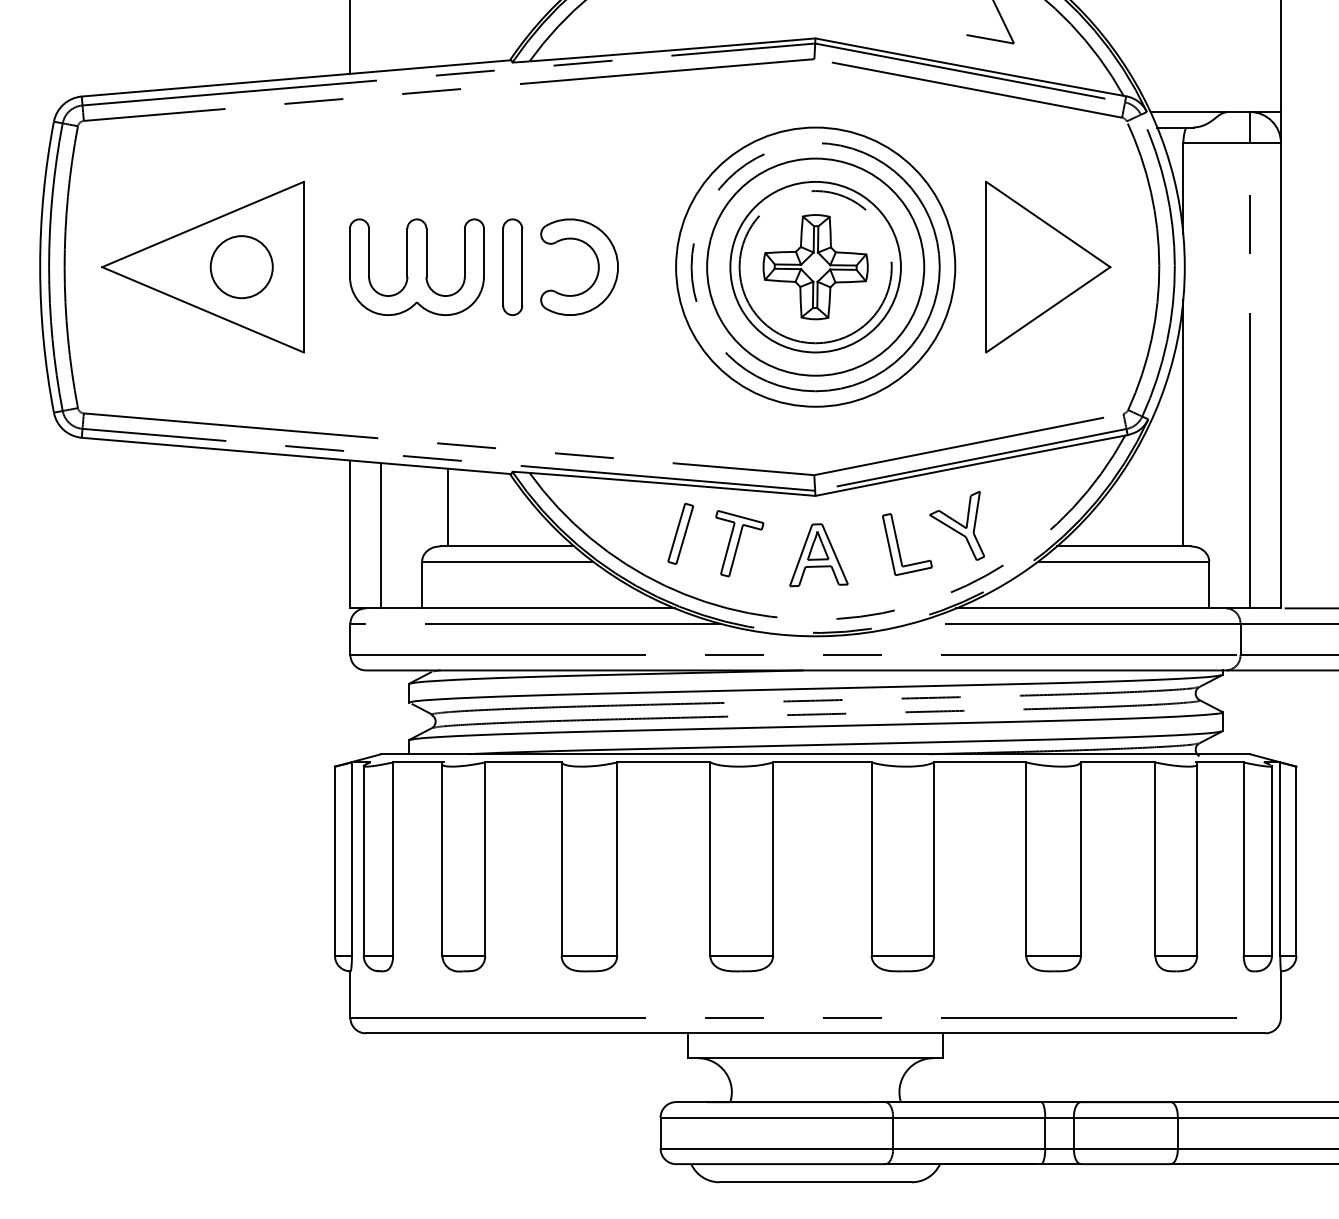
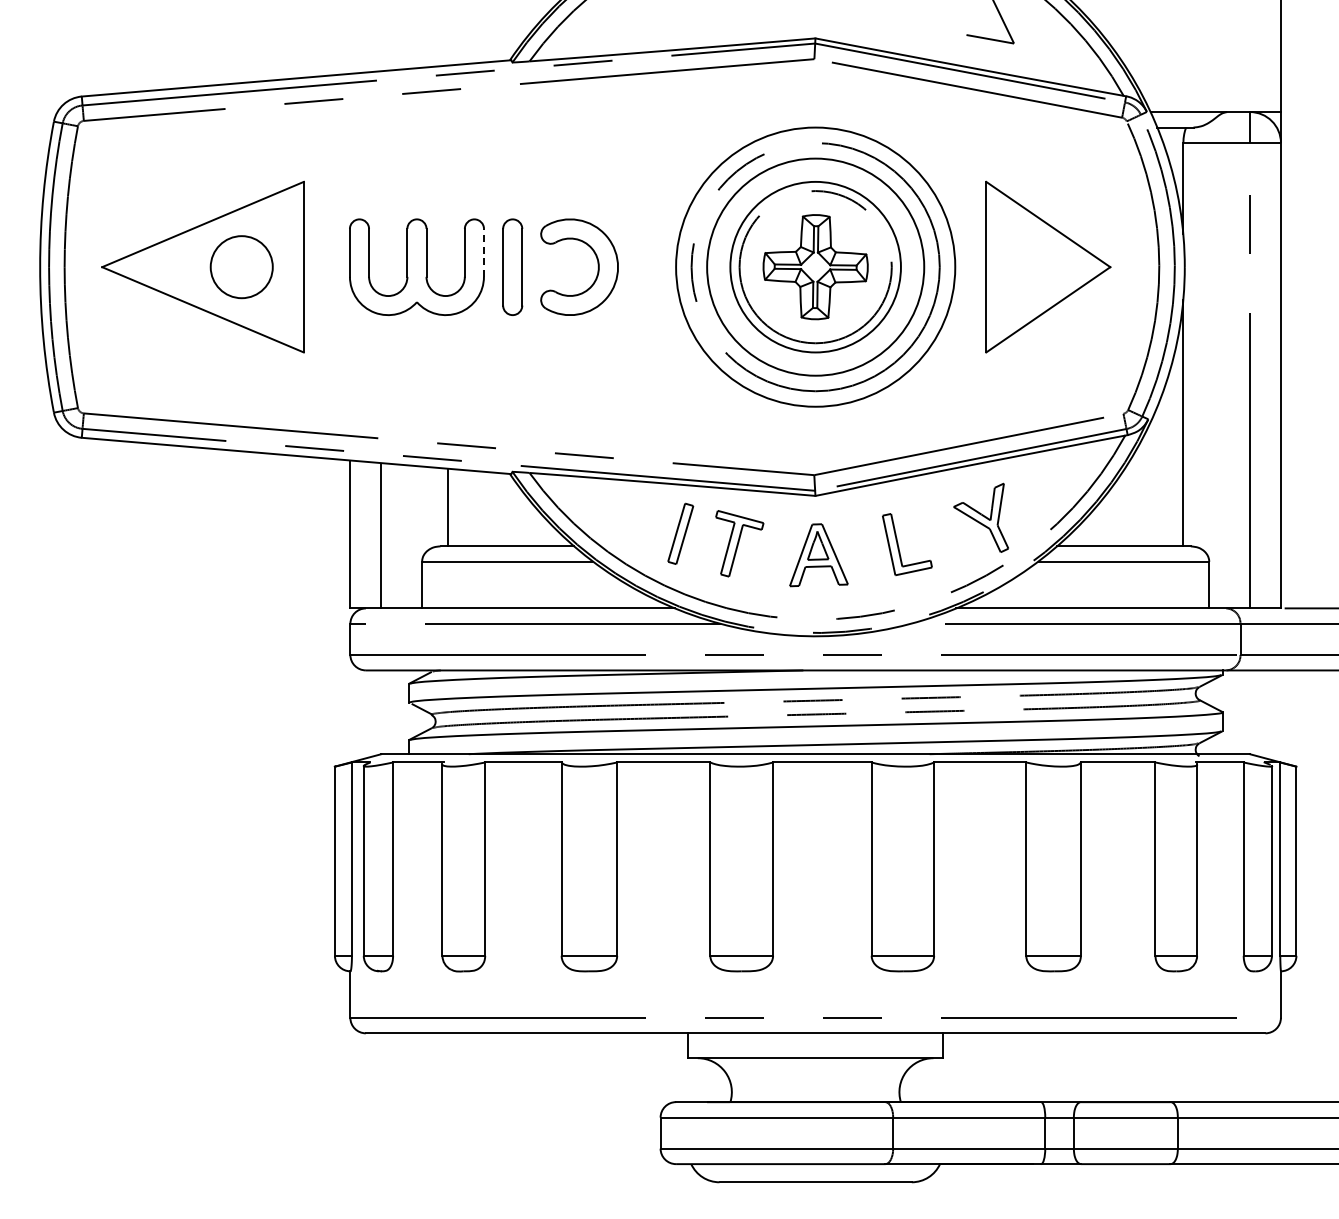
line at (350, 37): present -> none
line at (484, 252): solid -> dashed
part at (956, 525) position: (956, 525) -> (980, 517)
